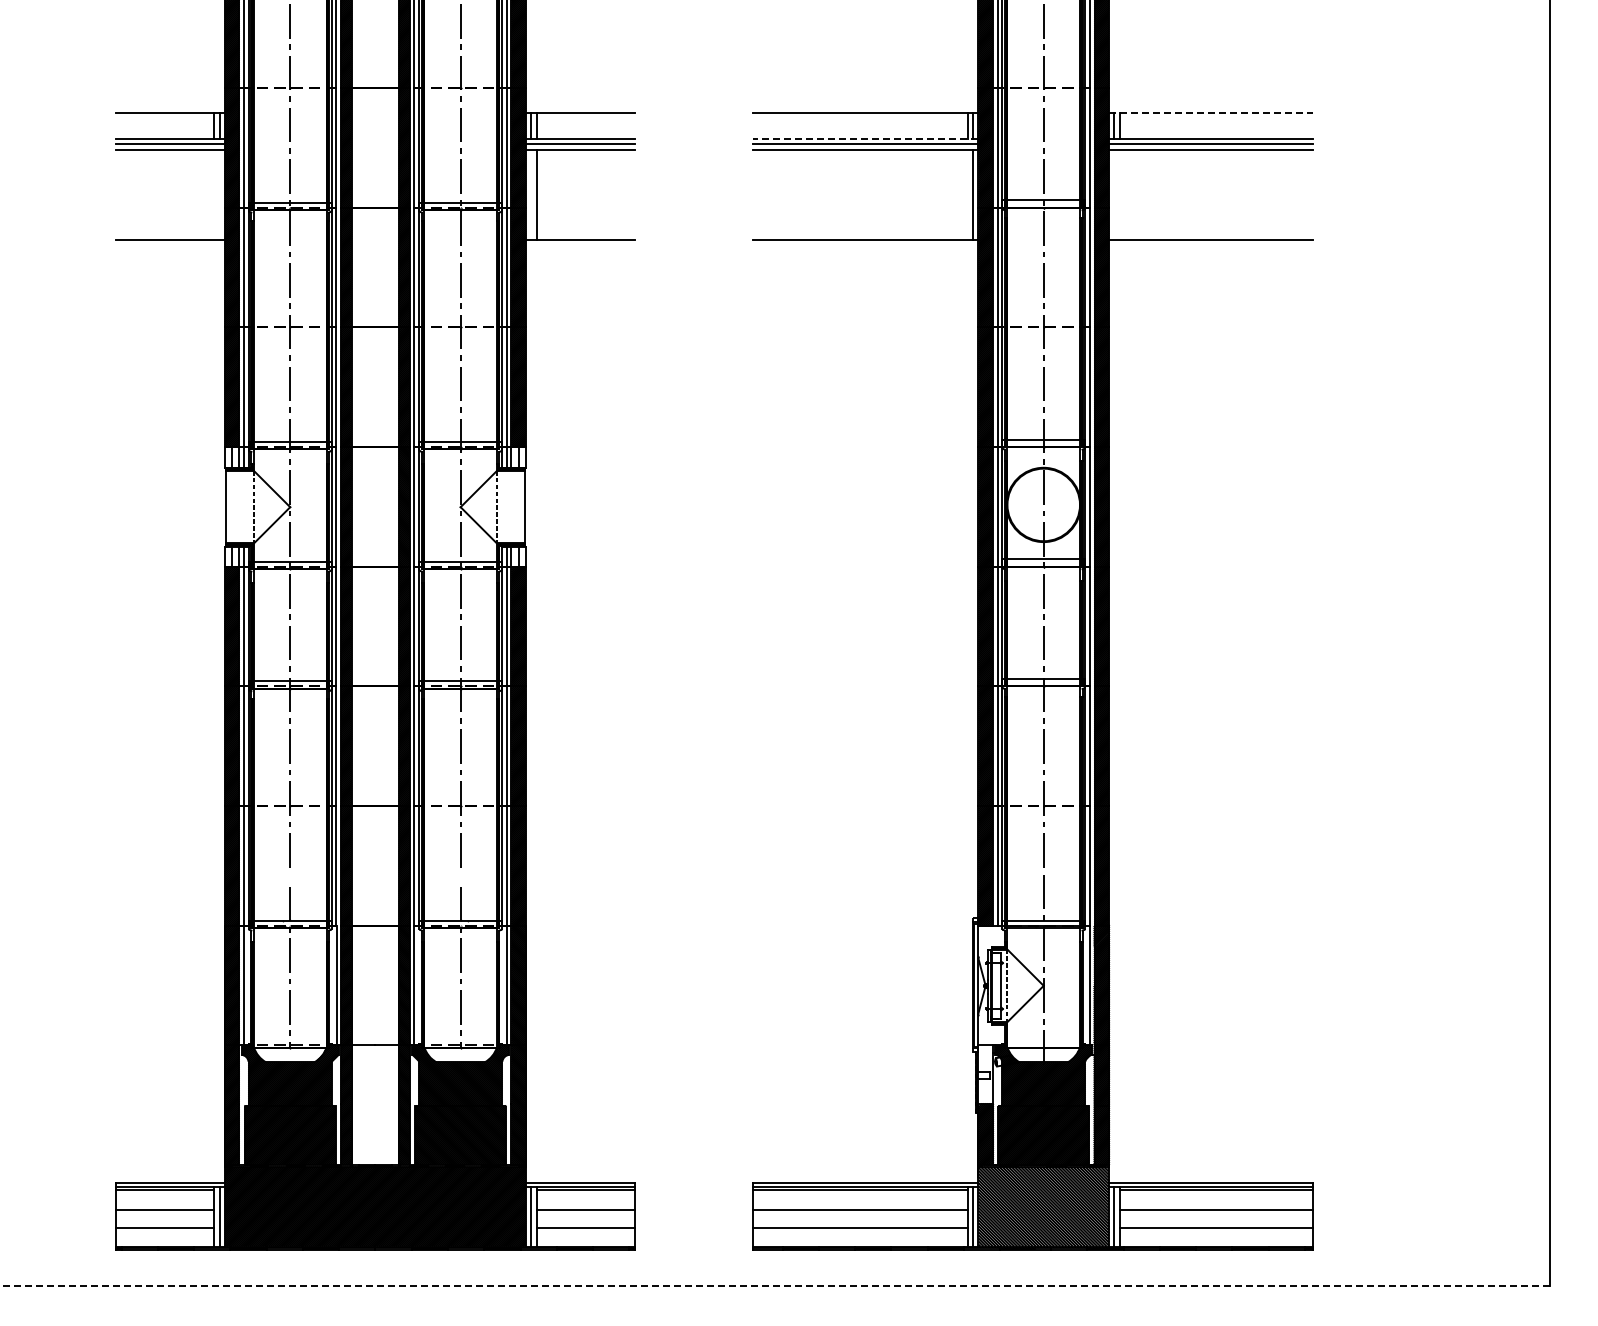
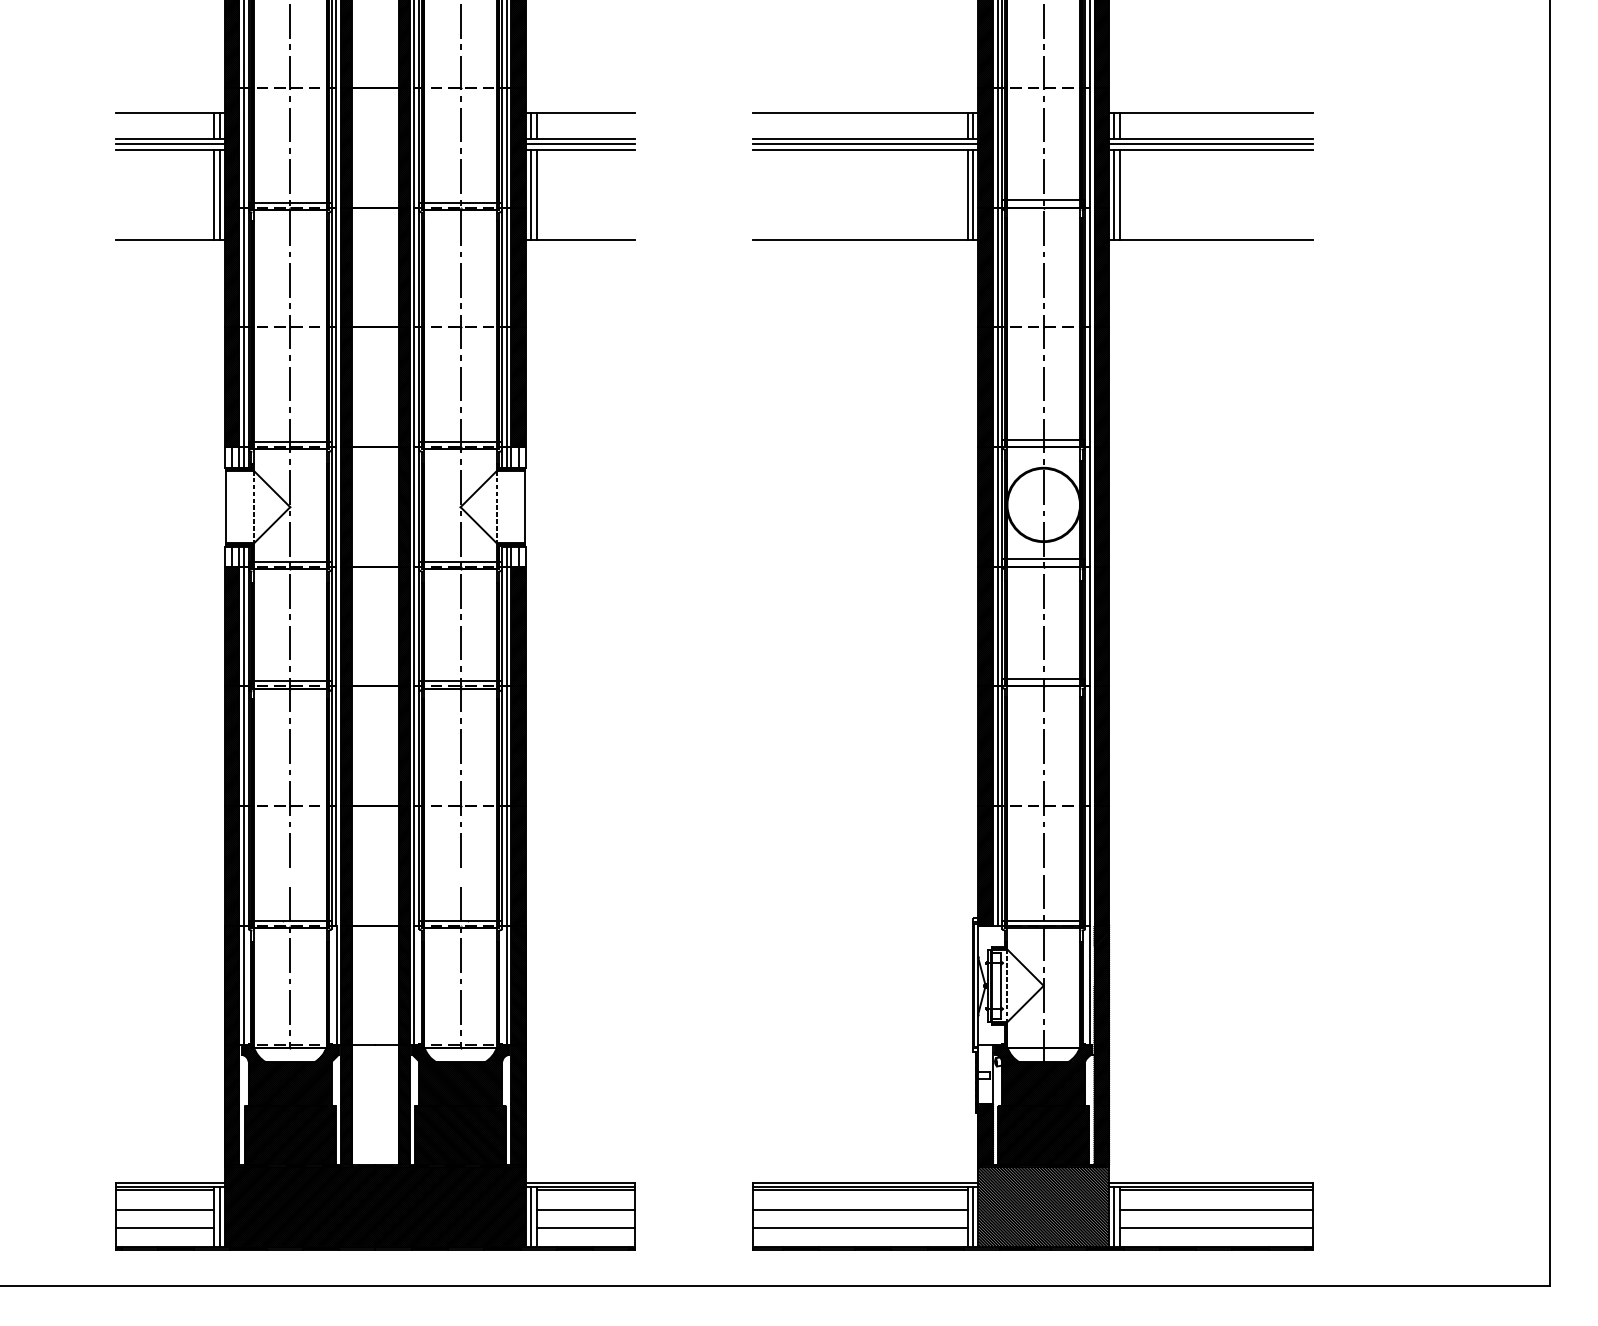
line at (1211, 113): dashed -> solid
line at (865, 138): dashed -> solid
line at (214, 194): none -> present
line at (219, 194): none -> present
line at (531, 194): none -> present
line at (967, 194): none -> present
line at (1114, 194): none -> present
line at (1119, 194): none -> present
line at (775, 1286): dashed -> solid
